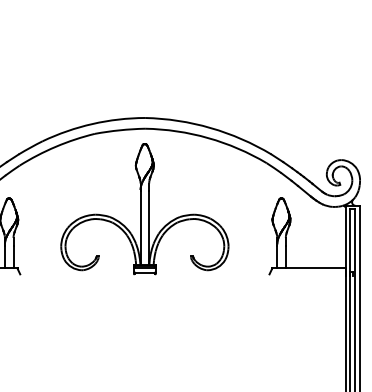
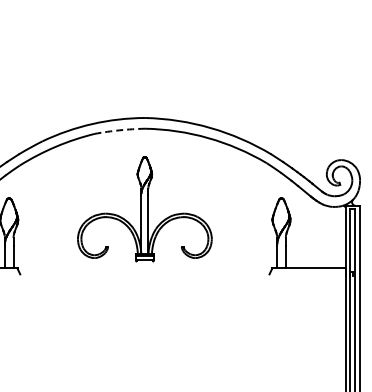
arc at (119, 130): solid -> dashed
part at (144, 209) size: 170x133 px -> 136x107 px
